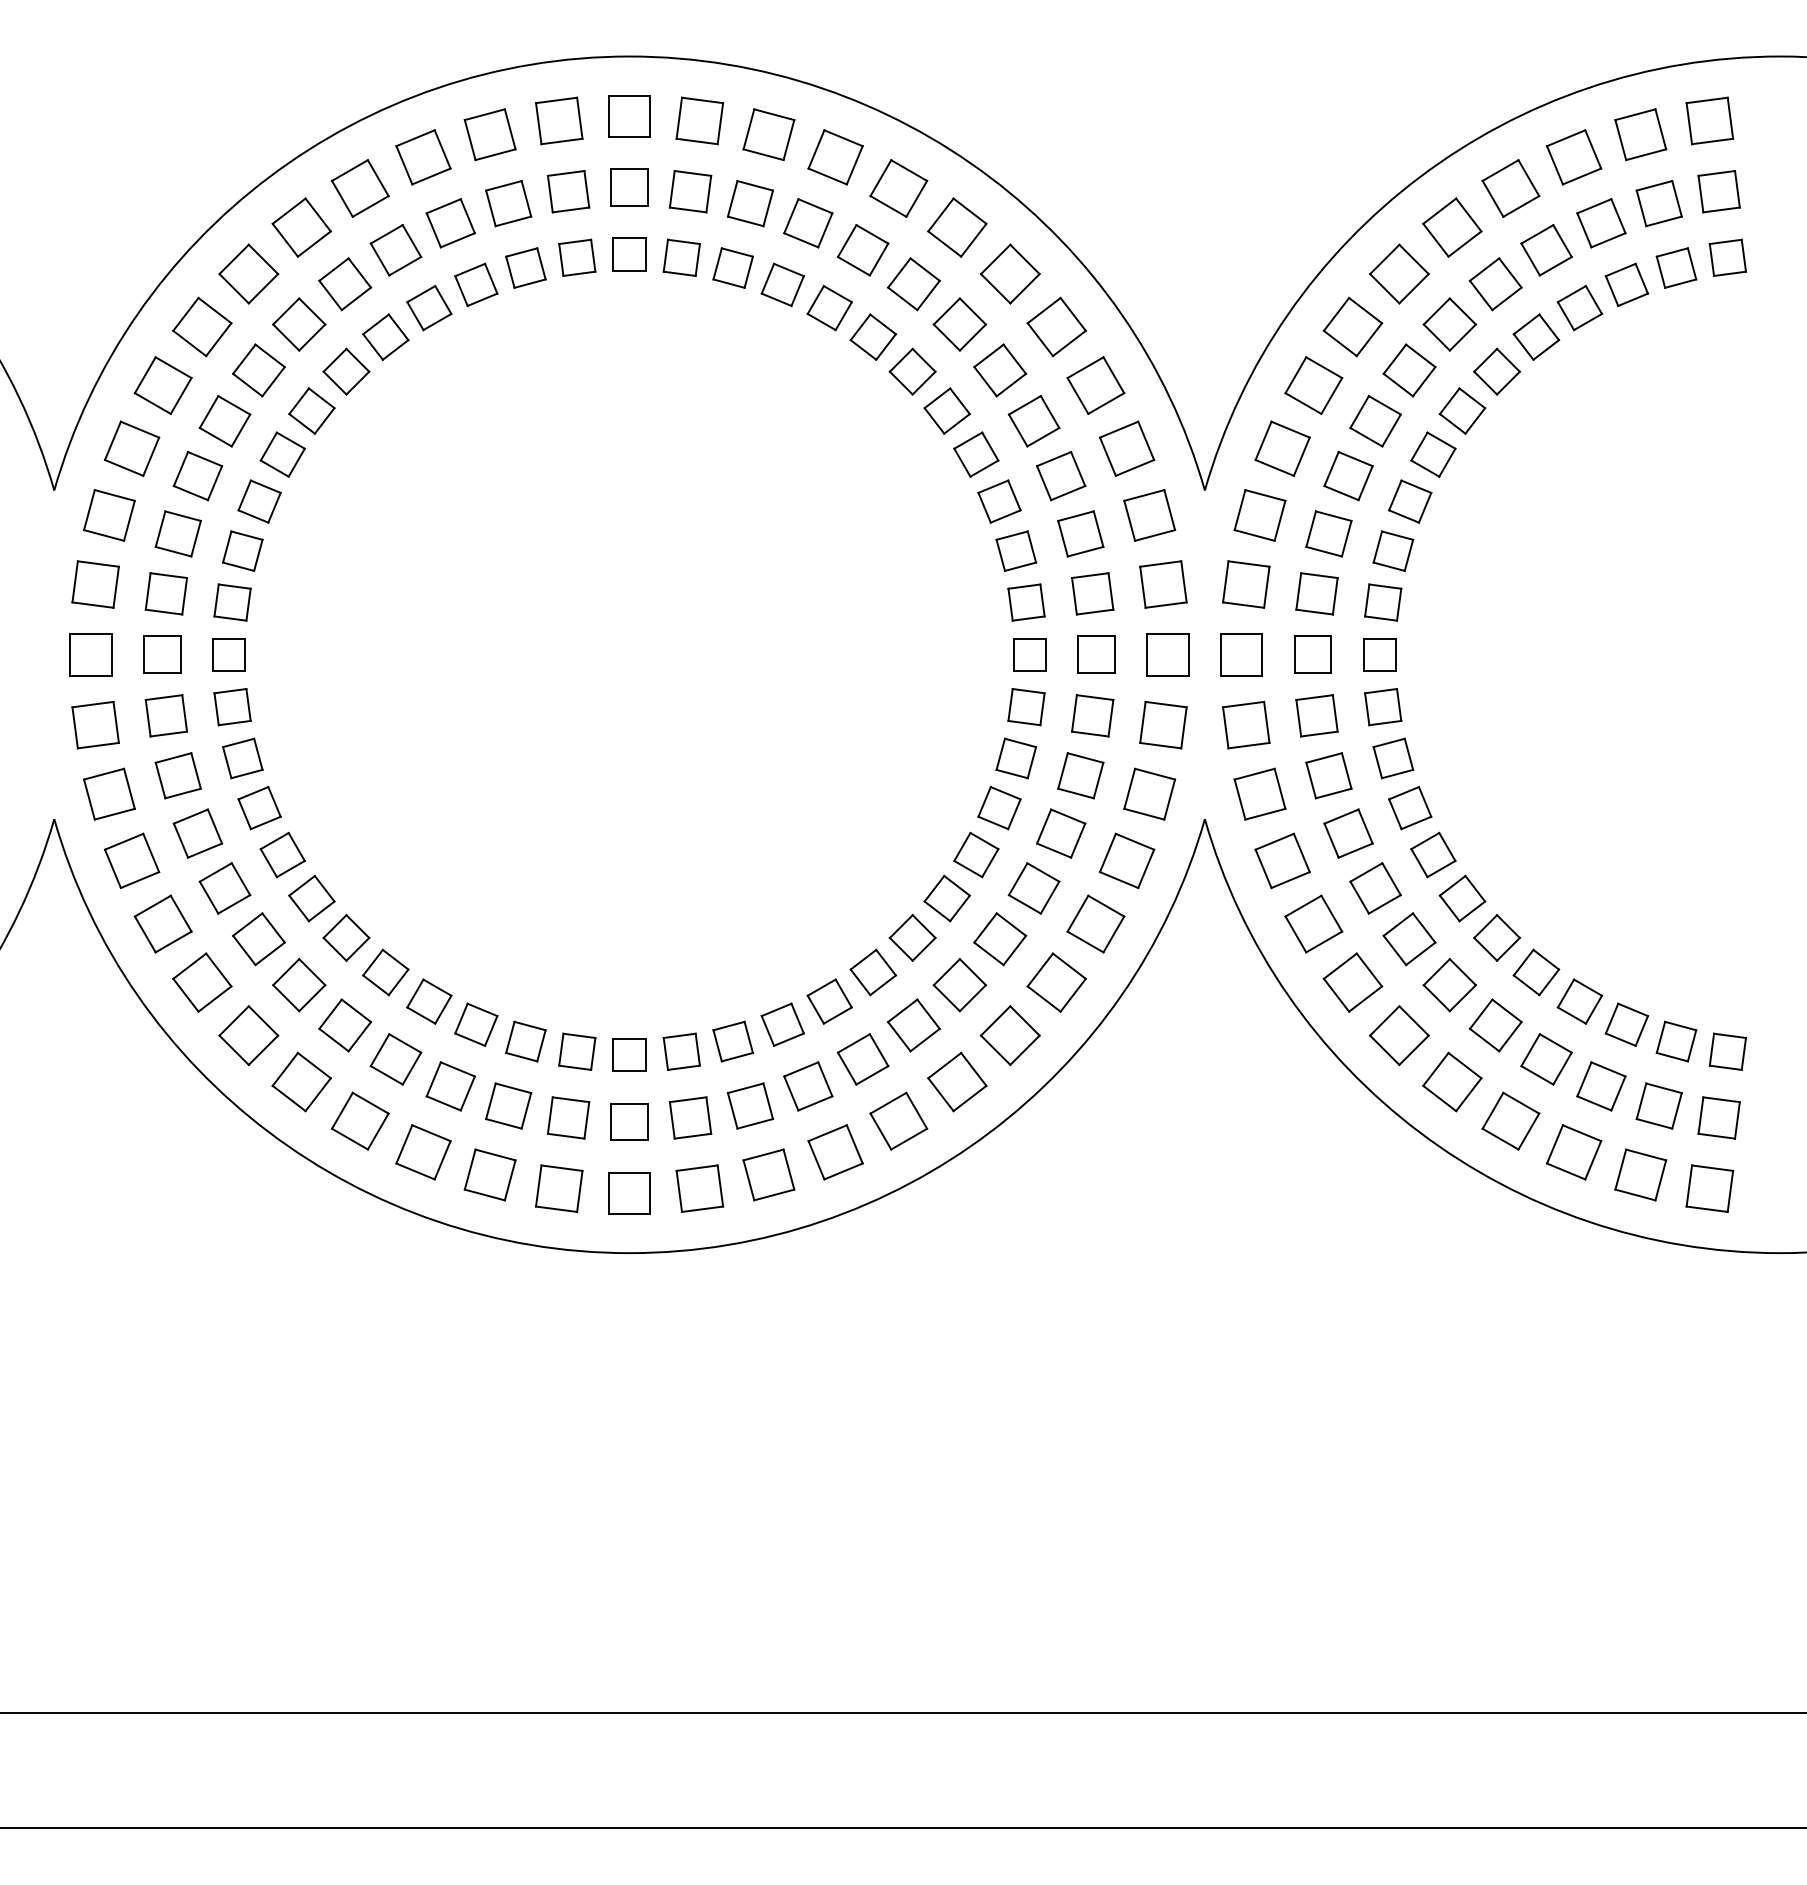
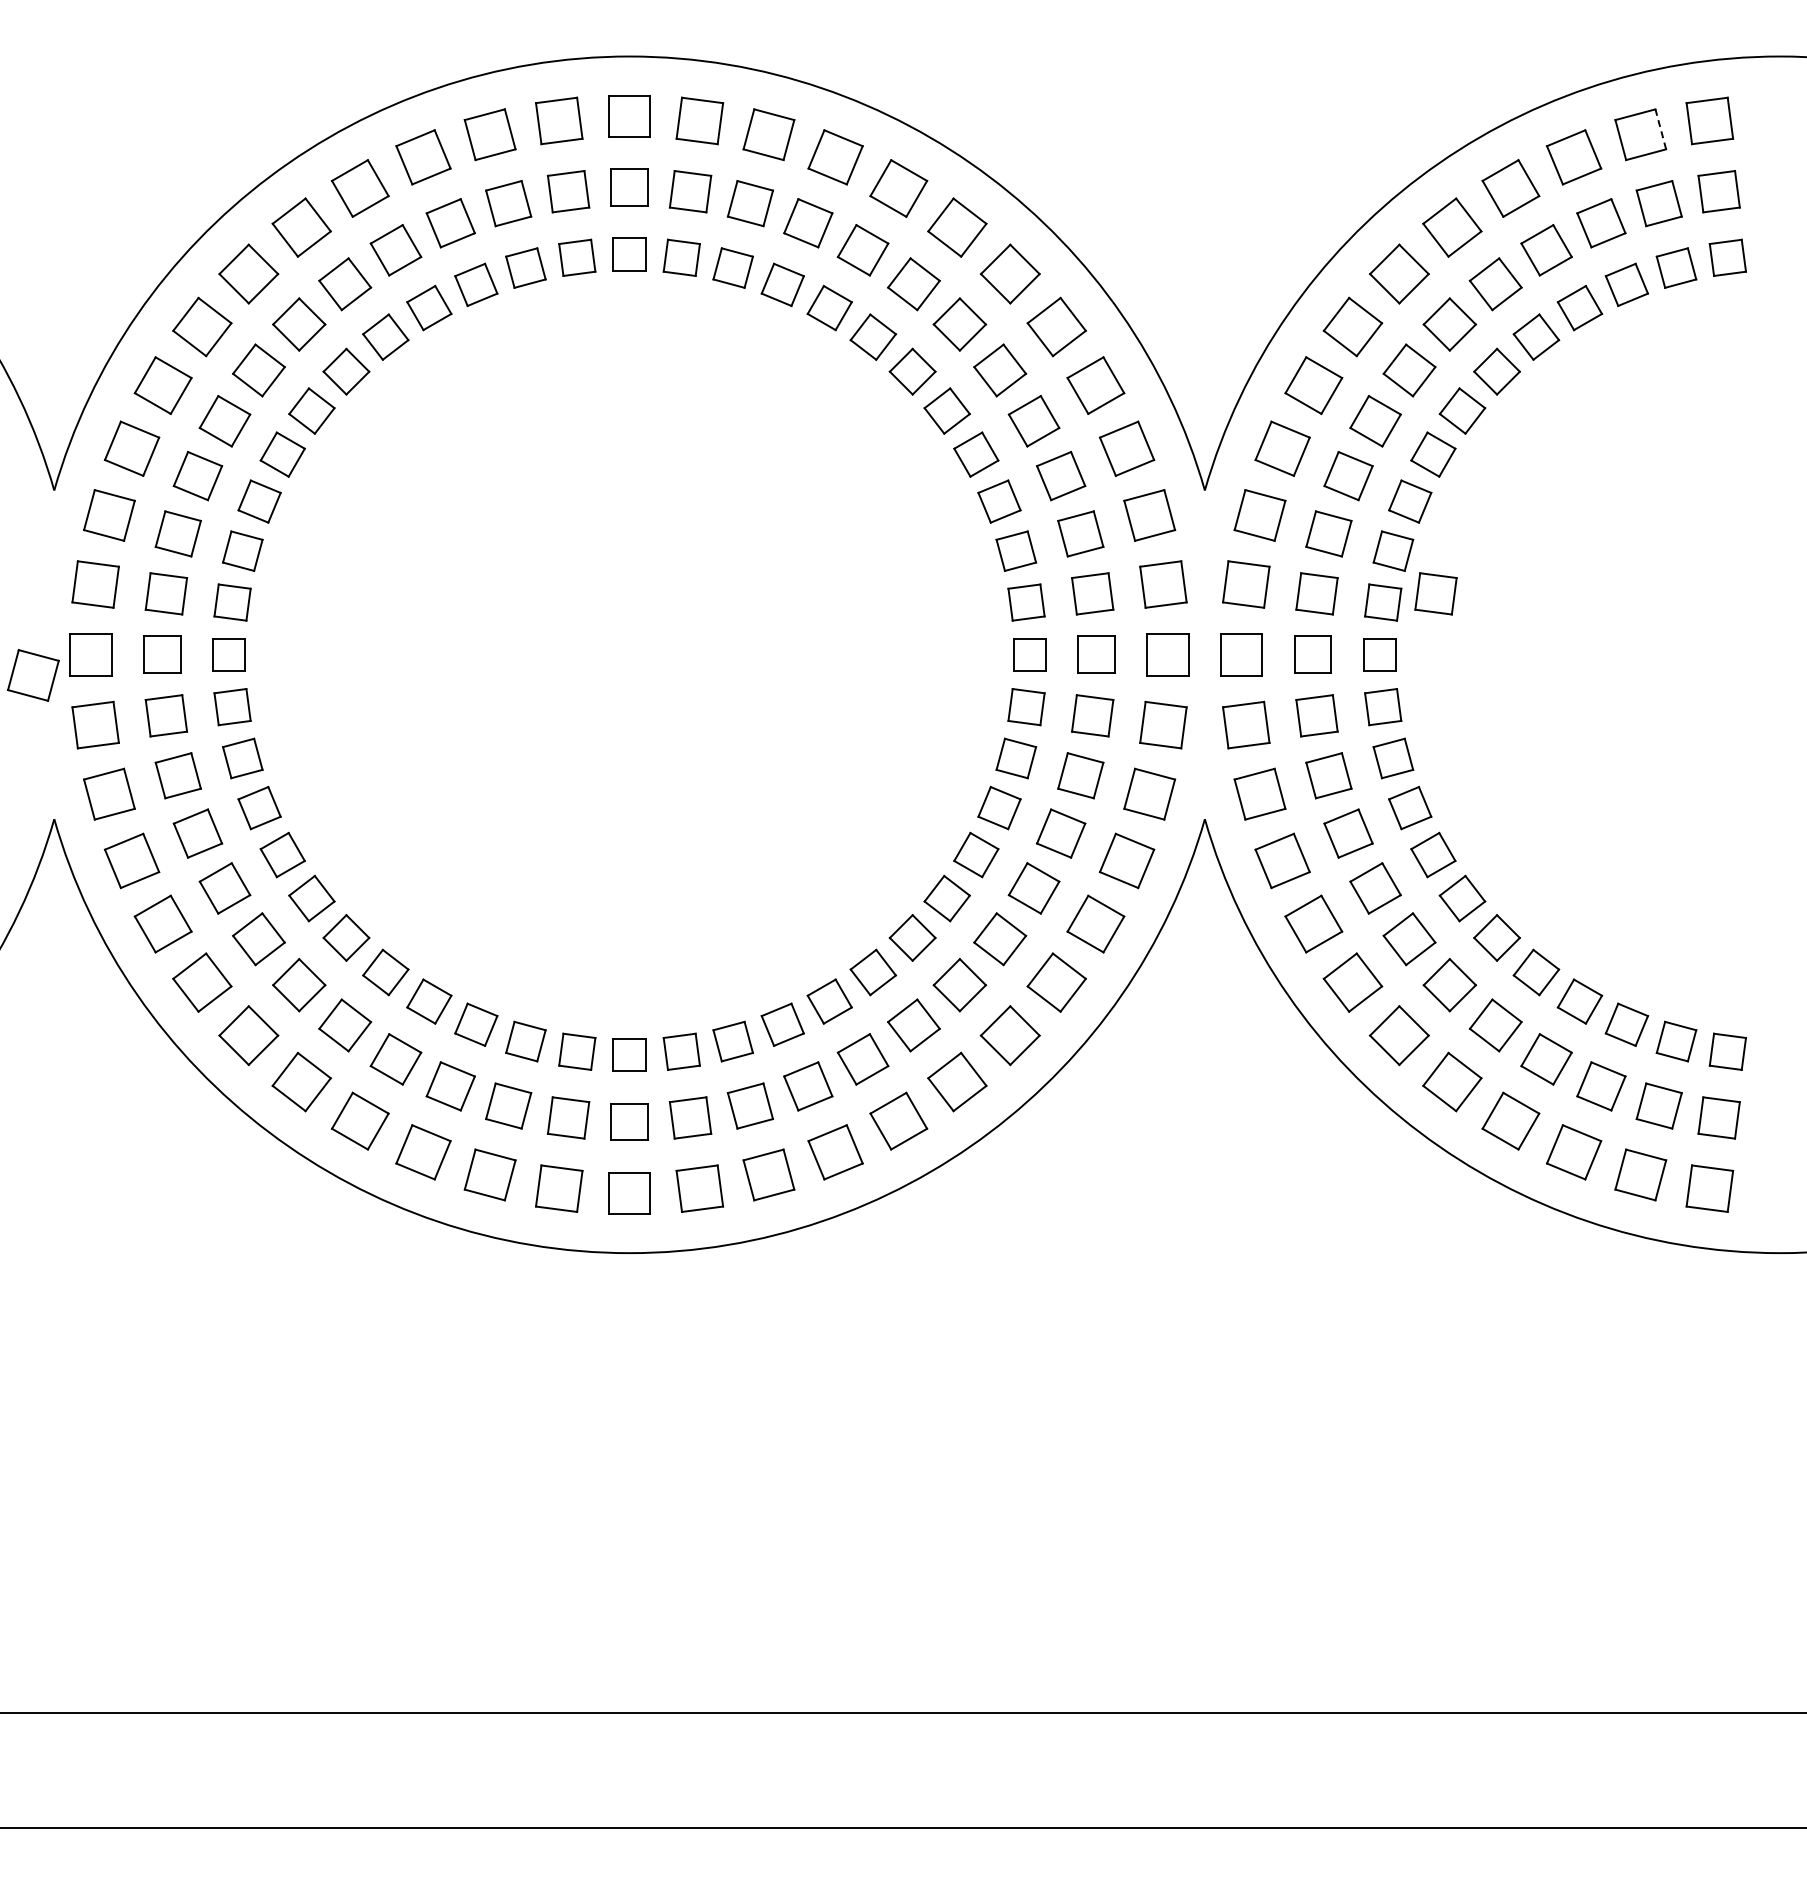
line at (1660, 129): solid -> dashed
part at (1435, 593): none -> present
part at (33, 675): none -> present
